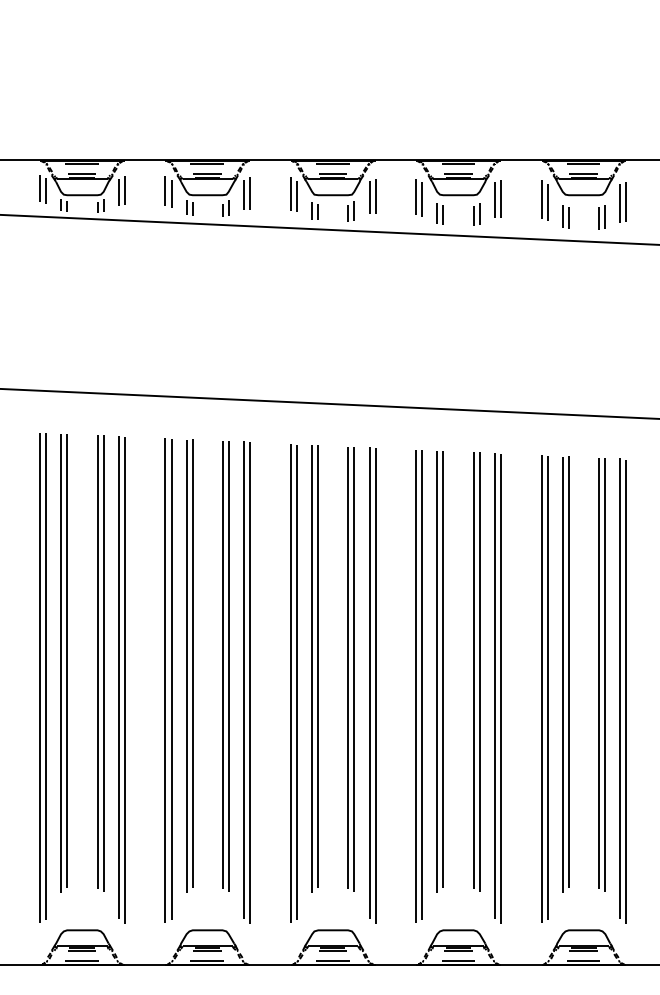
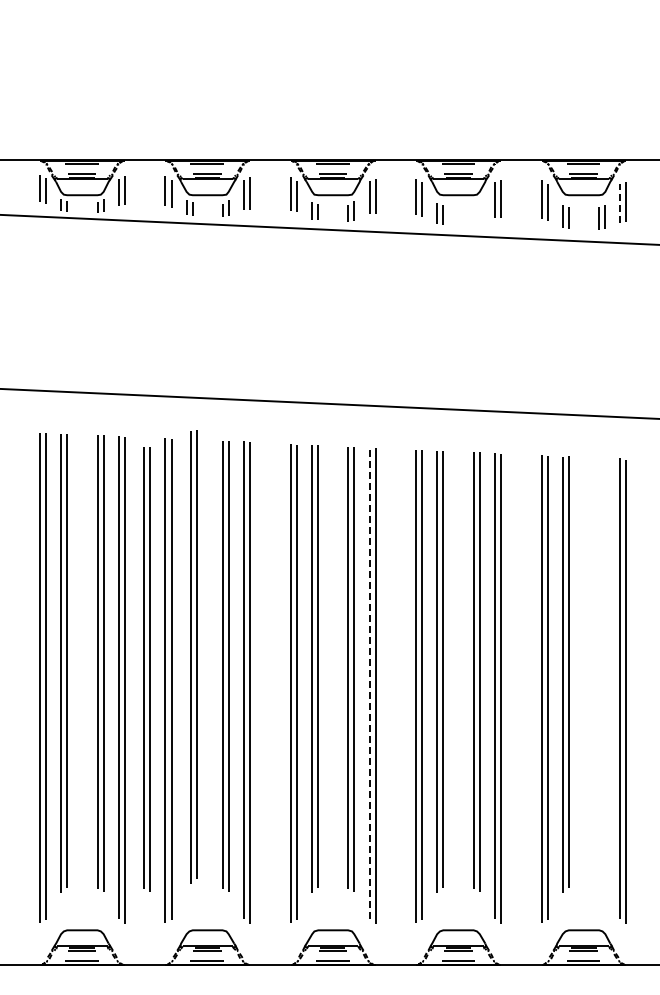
line at (620, 203): solid -> dashed
part at (476, 214): present -> none
part at (189, 665) position: (189, 665) -> (193, 656)
part at (146, 669): none -> present
part at (601, 674): present -> none
line at (369, 683): solid -> dashed
